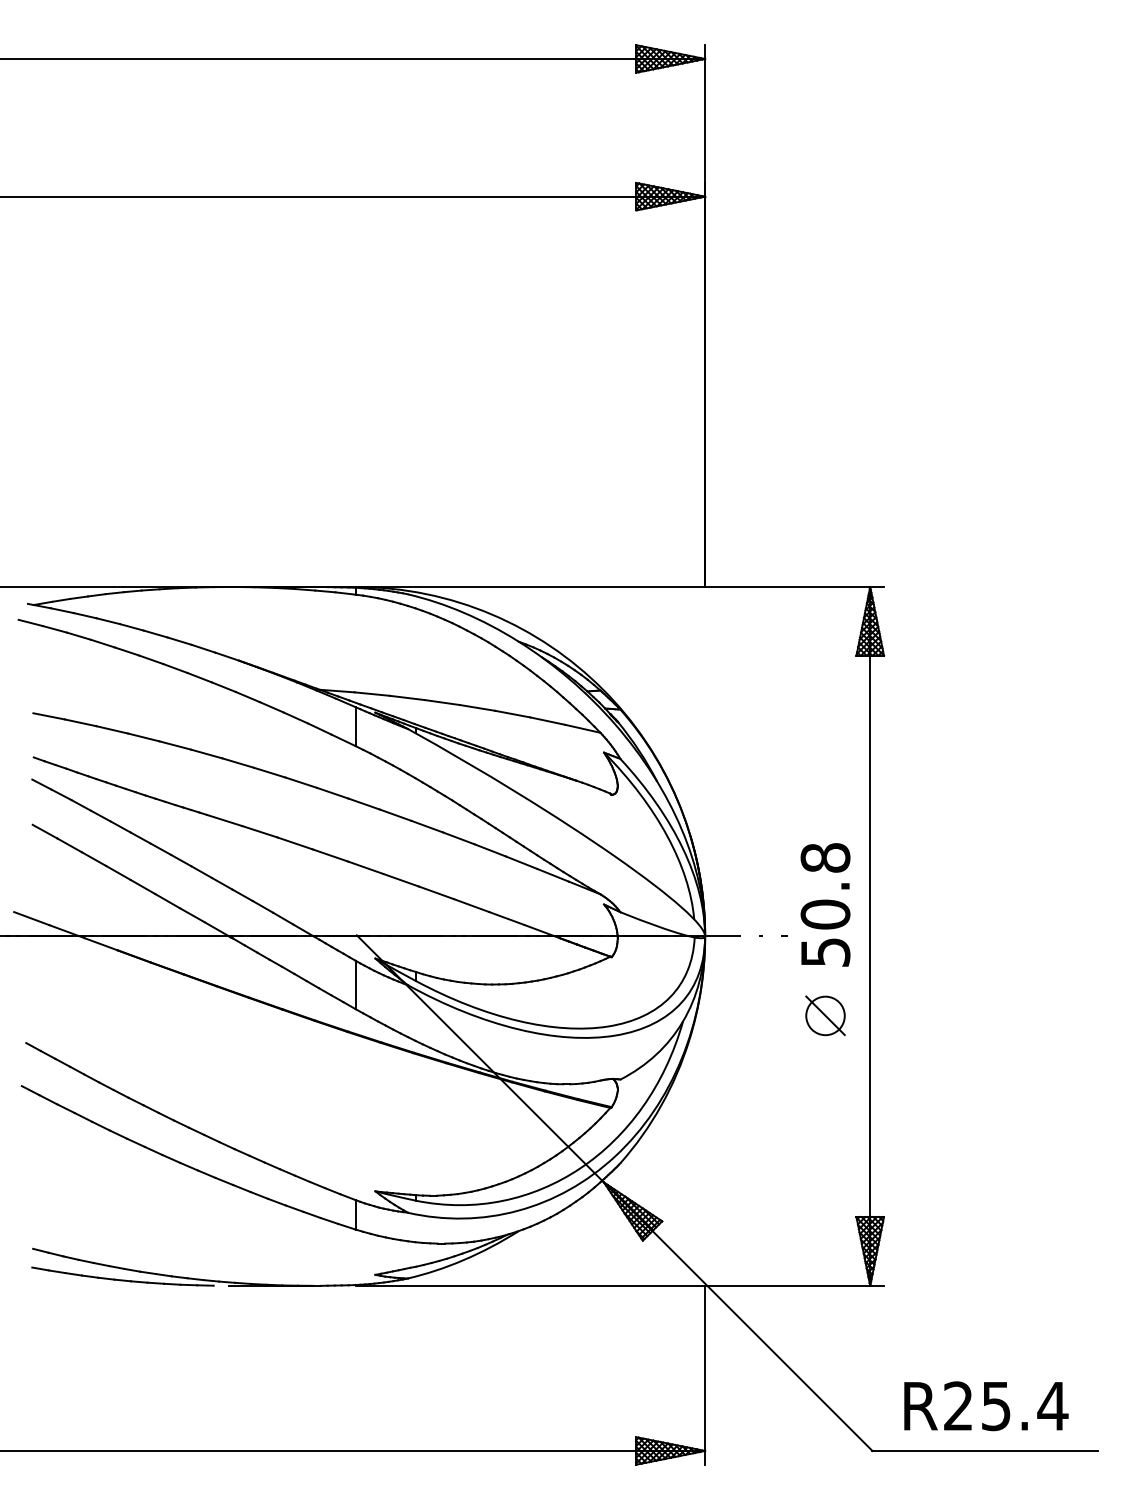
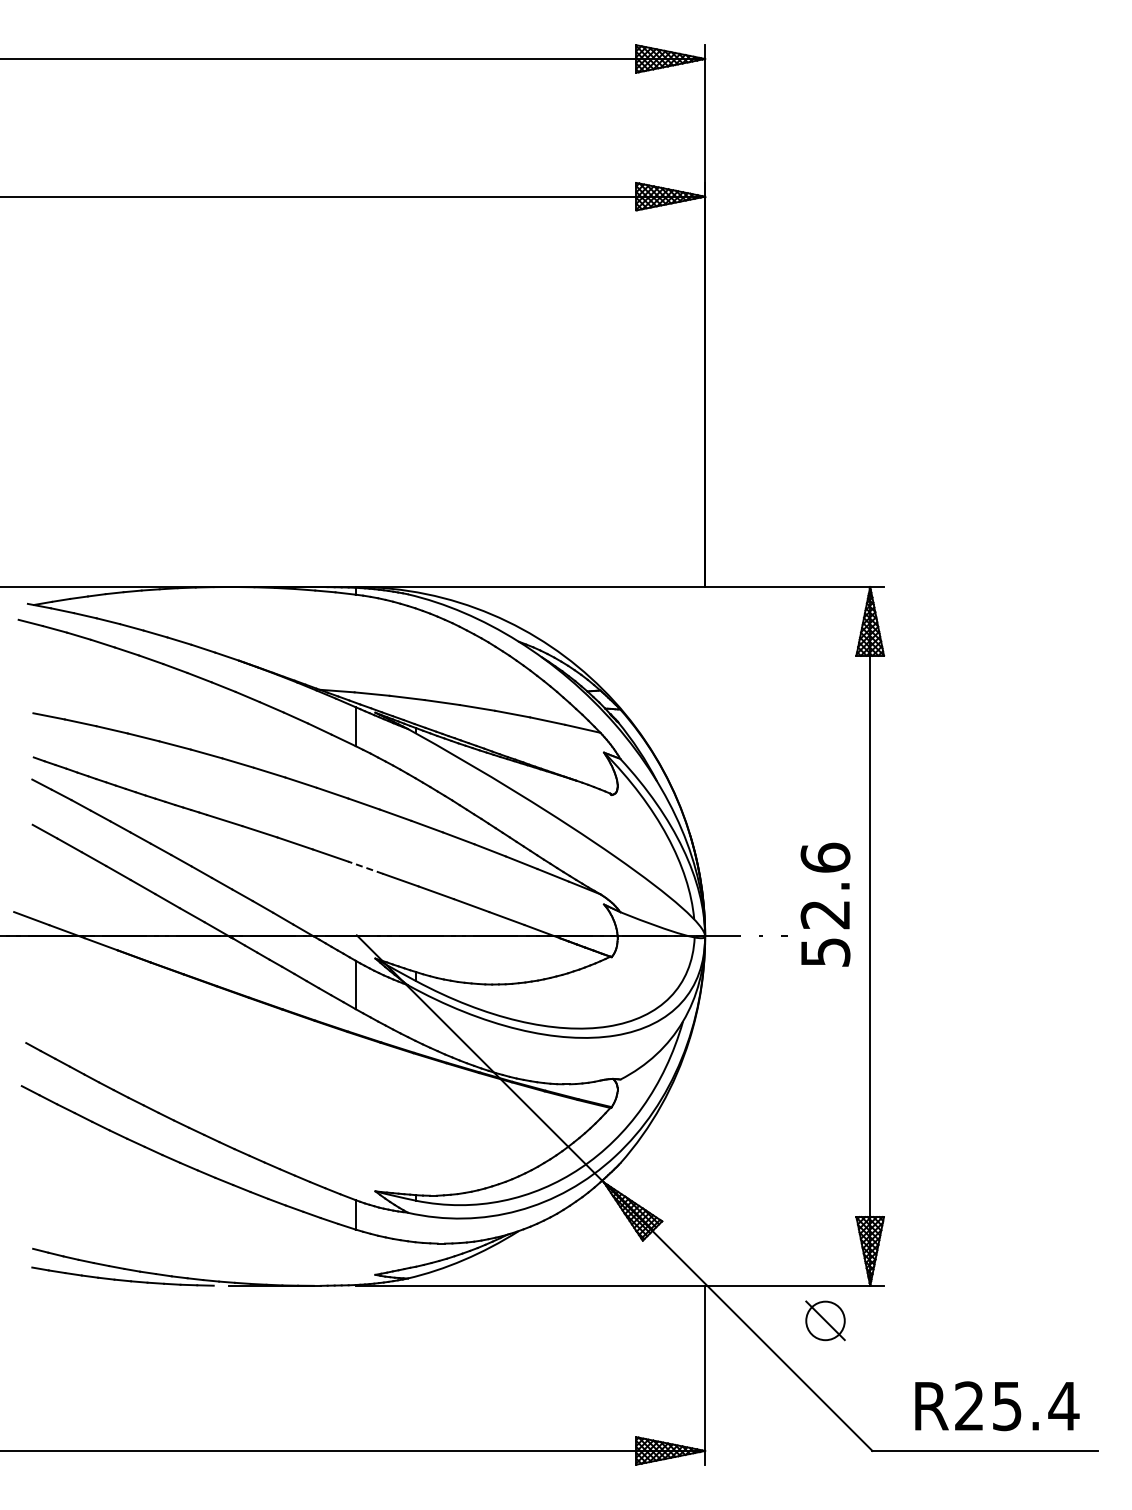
line at (365, 867): solid -> dashed
text at (825, 885): 50.8 -> 52.6
part at (825, 1015) position: (825, 1015) -> (825, 1320)
text at (986, 1406) position: (986, 1406) -> (997, 1406)
